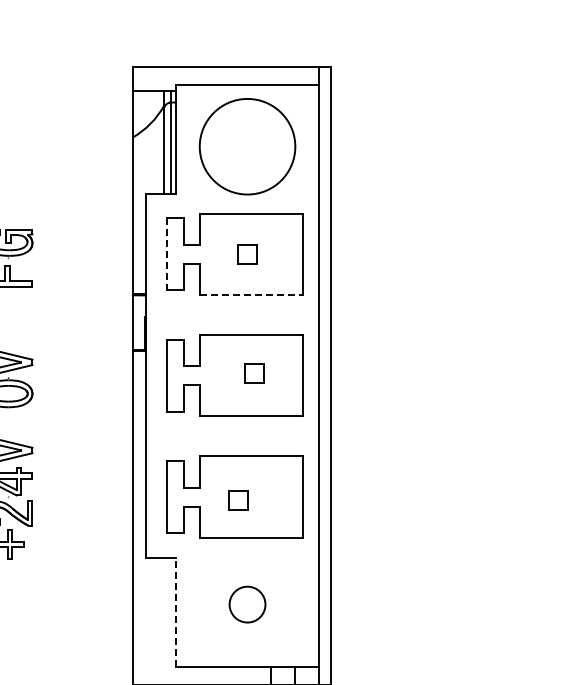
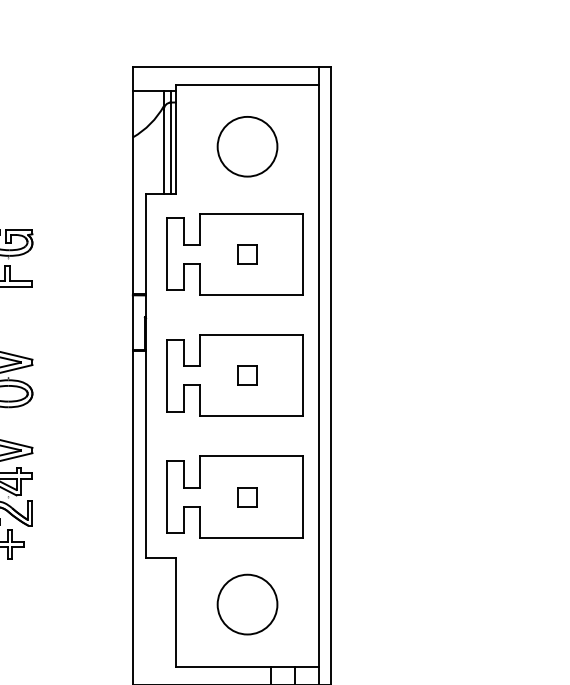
circle at (247, 146) diameter: 96 px -> 60 px
line at (167, 254): dashed -> solid
line at (251, 295): dashed -> solid
part at (254, 373) position: (254, 373) -> (247, 375)
part at (238, 500) position: (238, 500) -> (247, 497)
circle at (247, 604) diameter: 36 px -> 60 px
line at (175, 611): dashed -> solid
